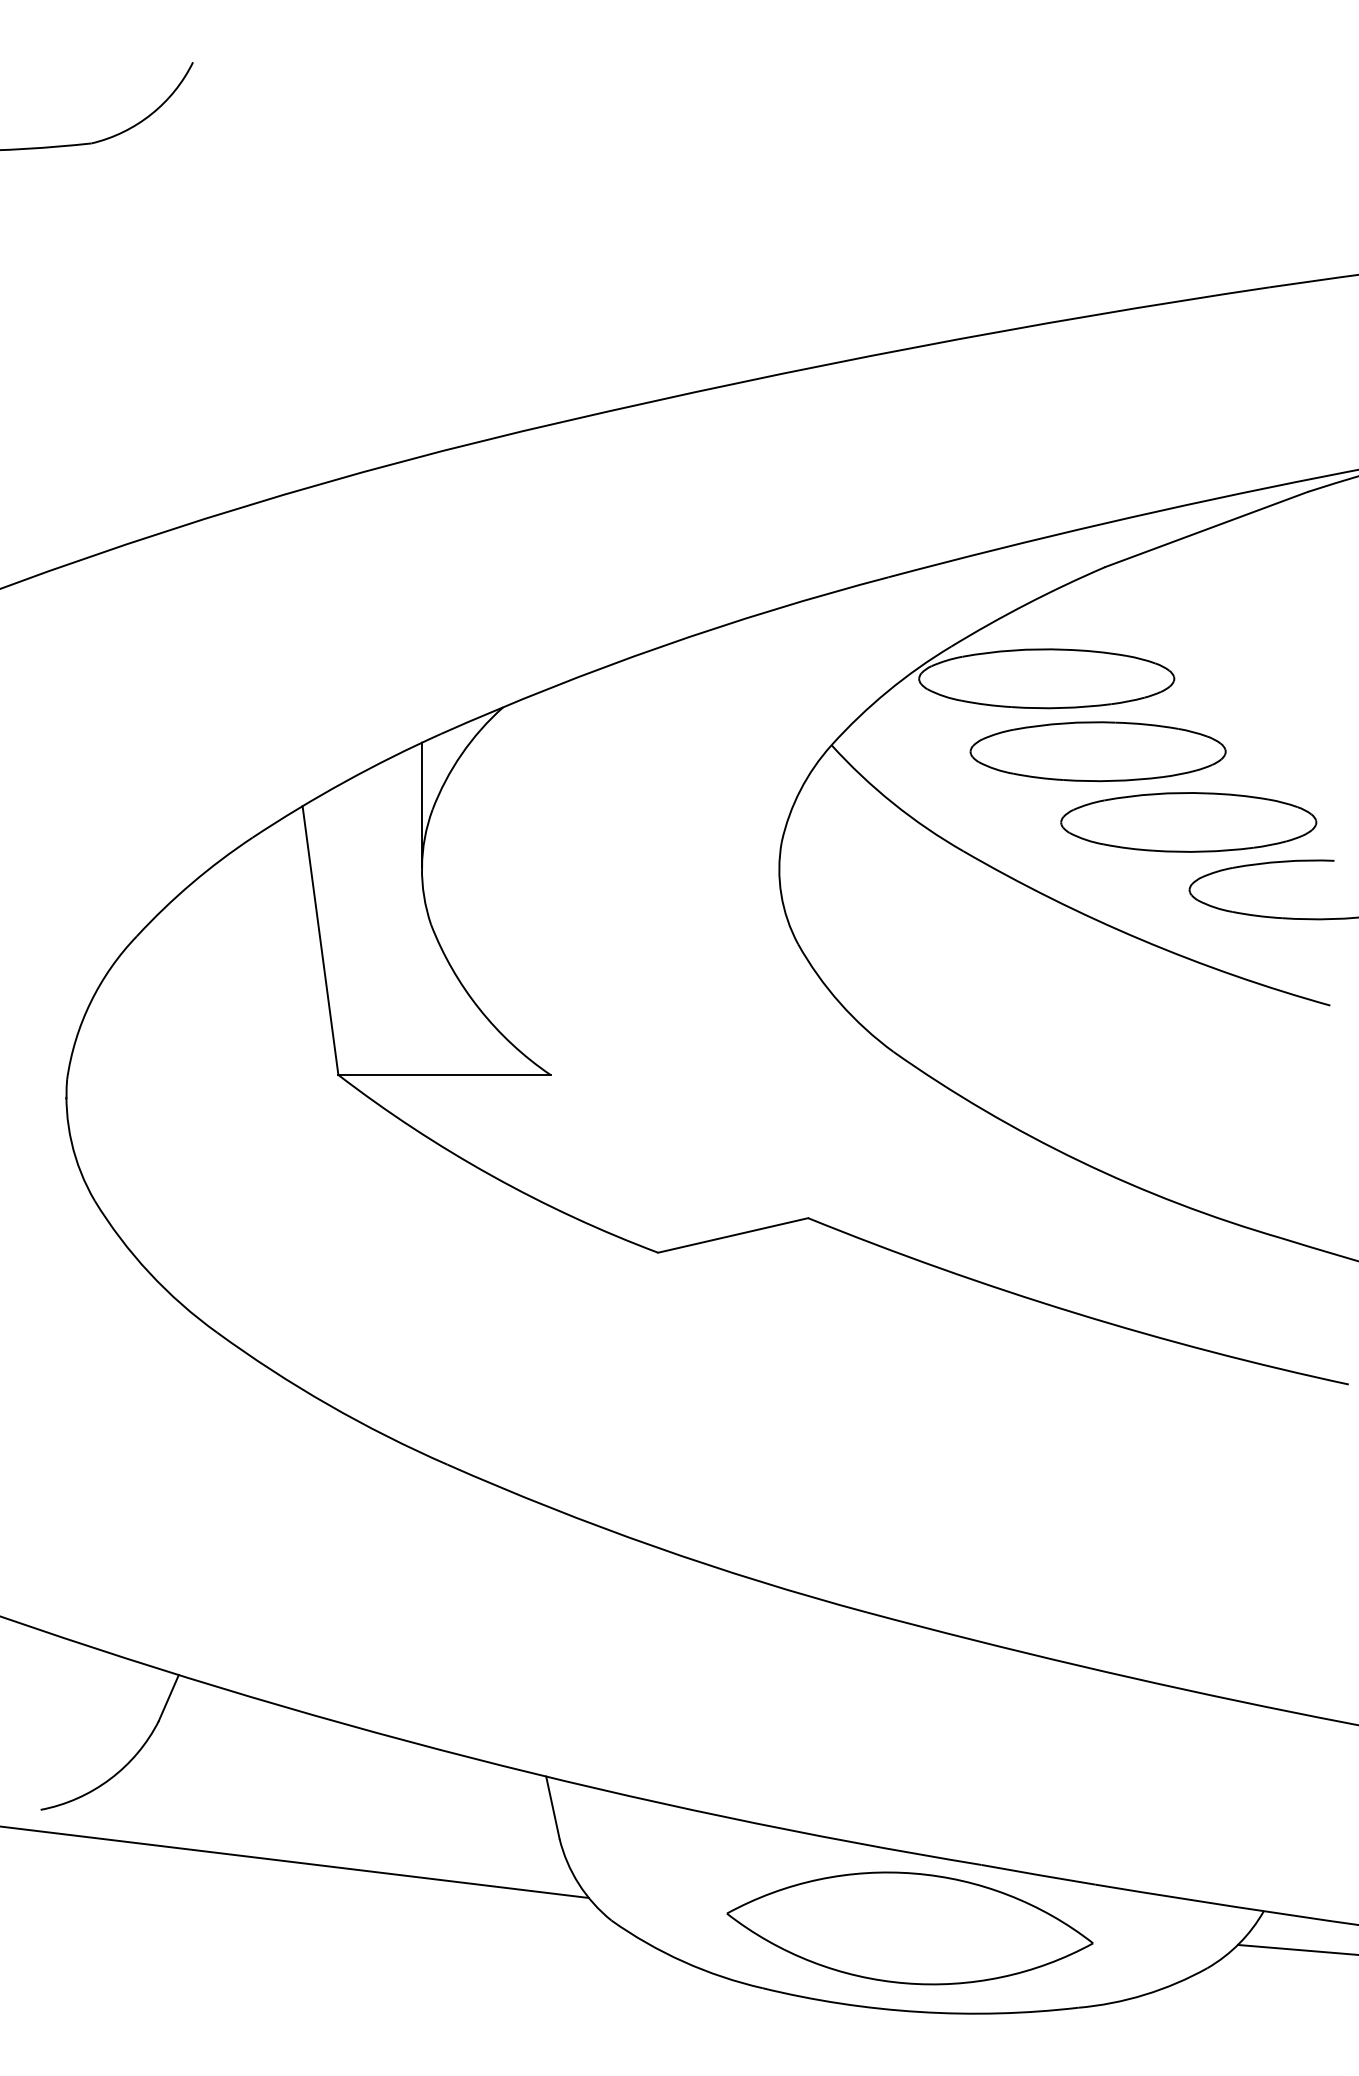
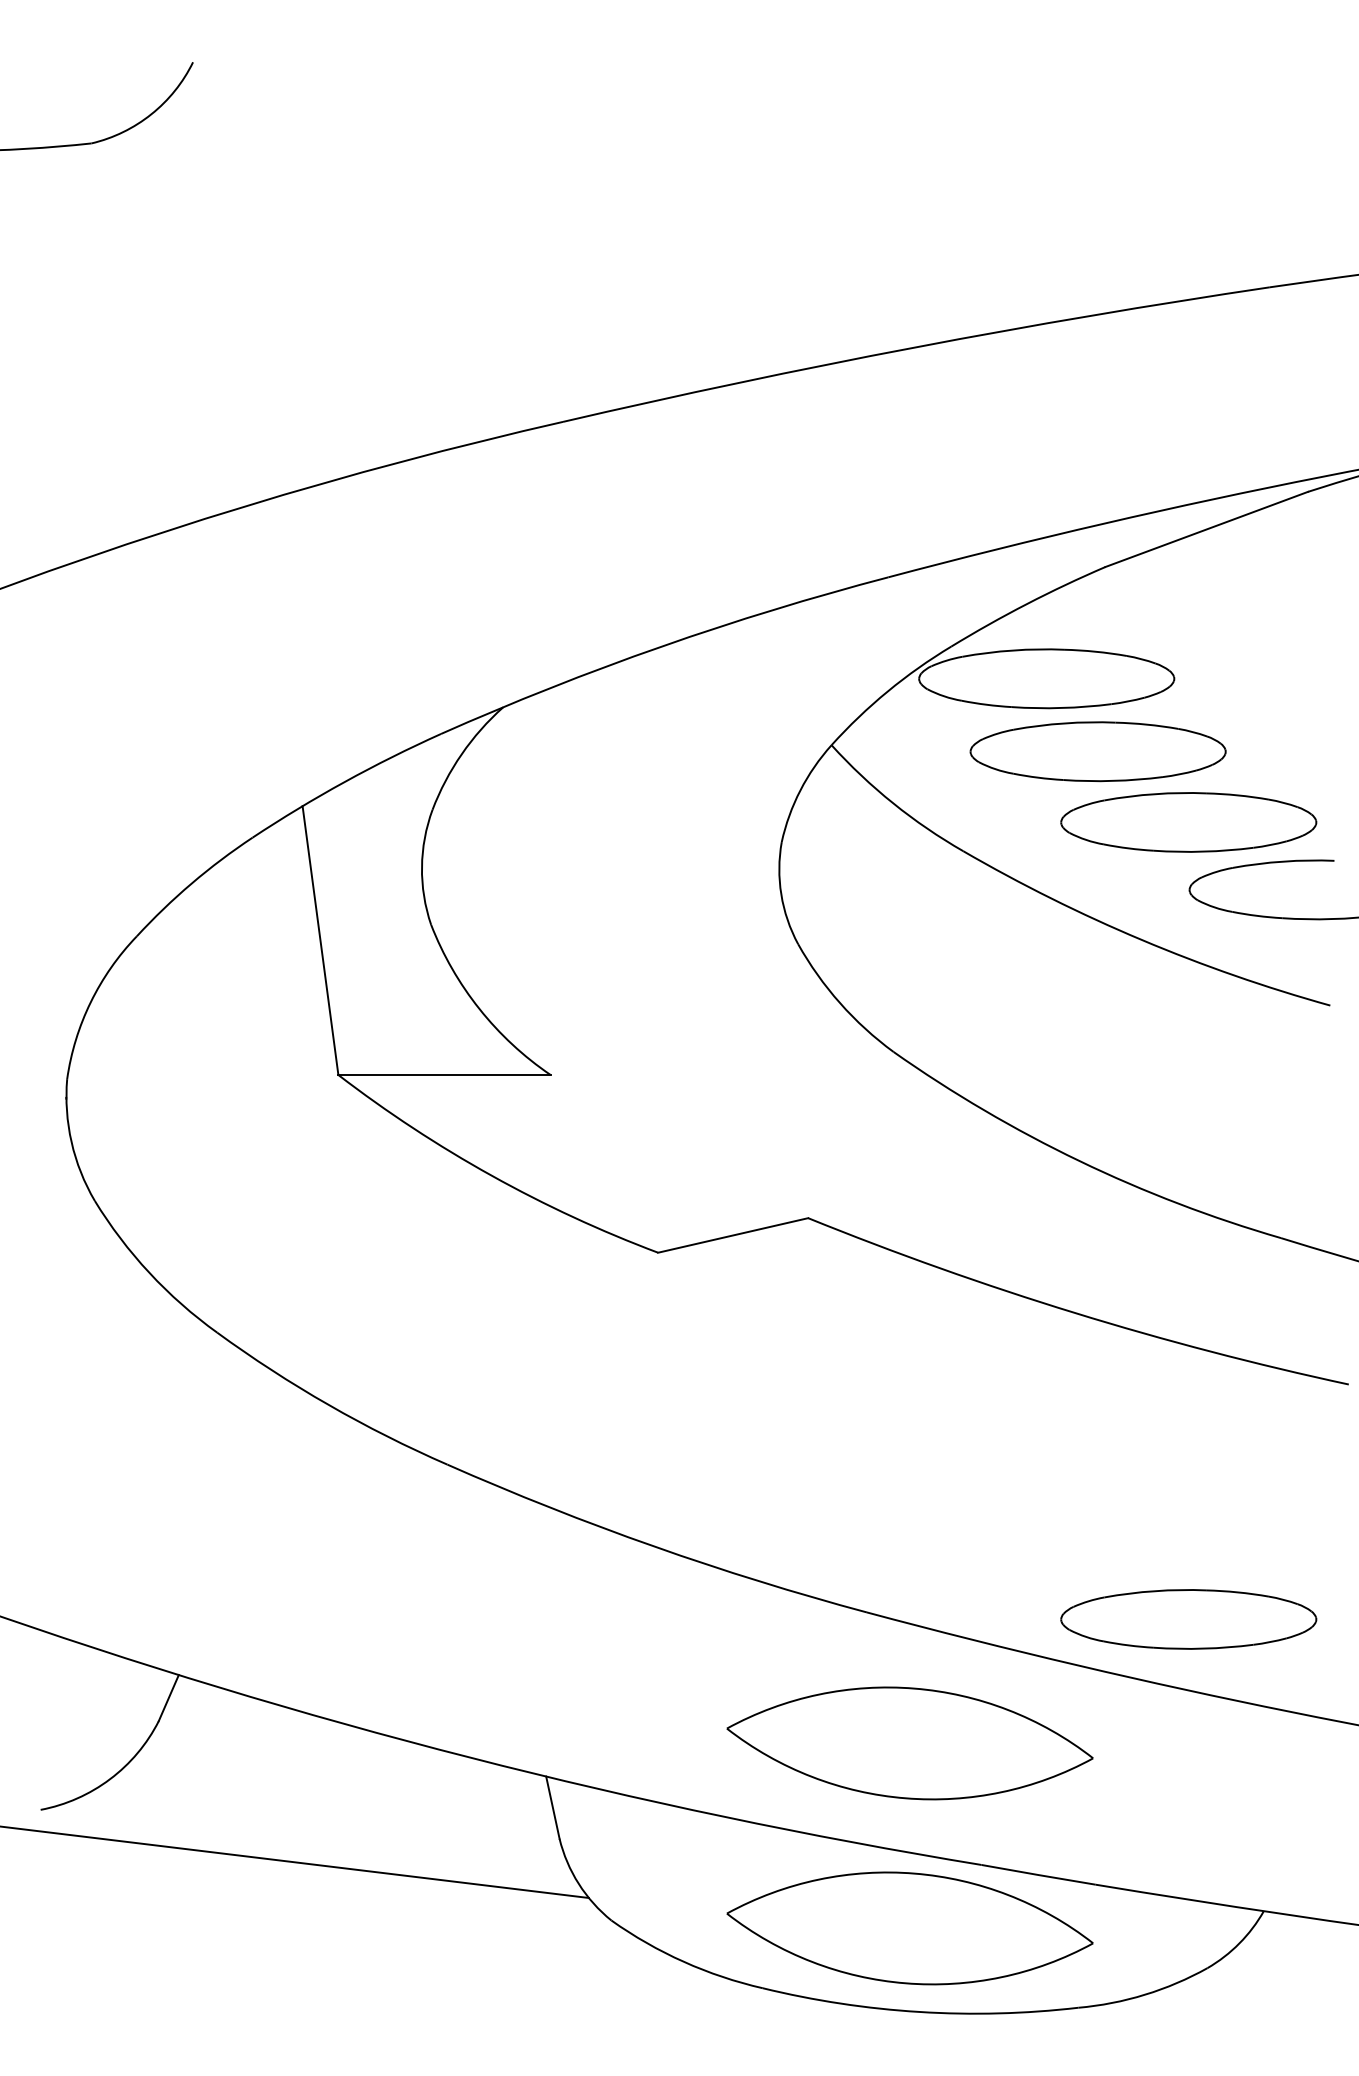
line at (421, 804): present -> none
part at (1188, 1619): none -> present
part at (909, 1743): none -> present
line at (1296, 1949): present -> none
